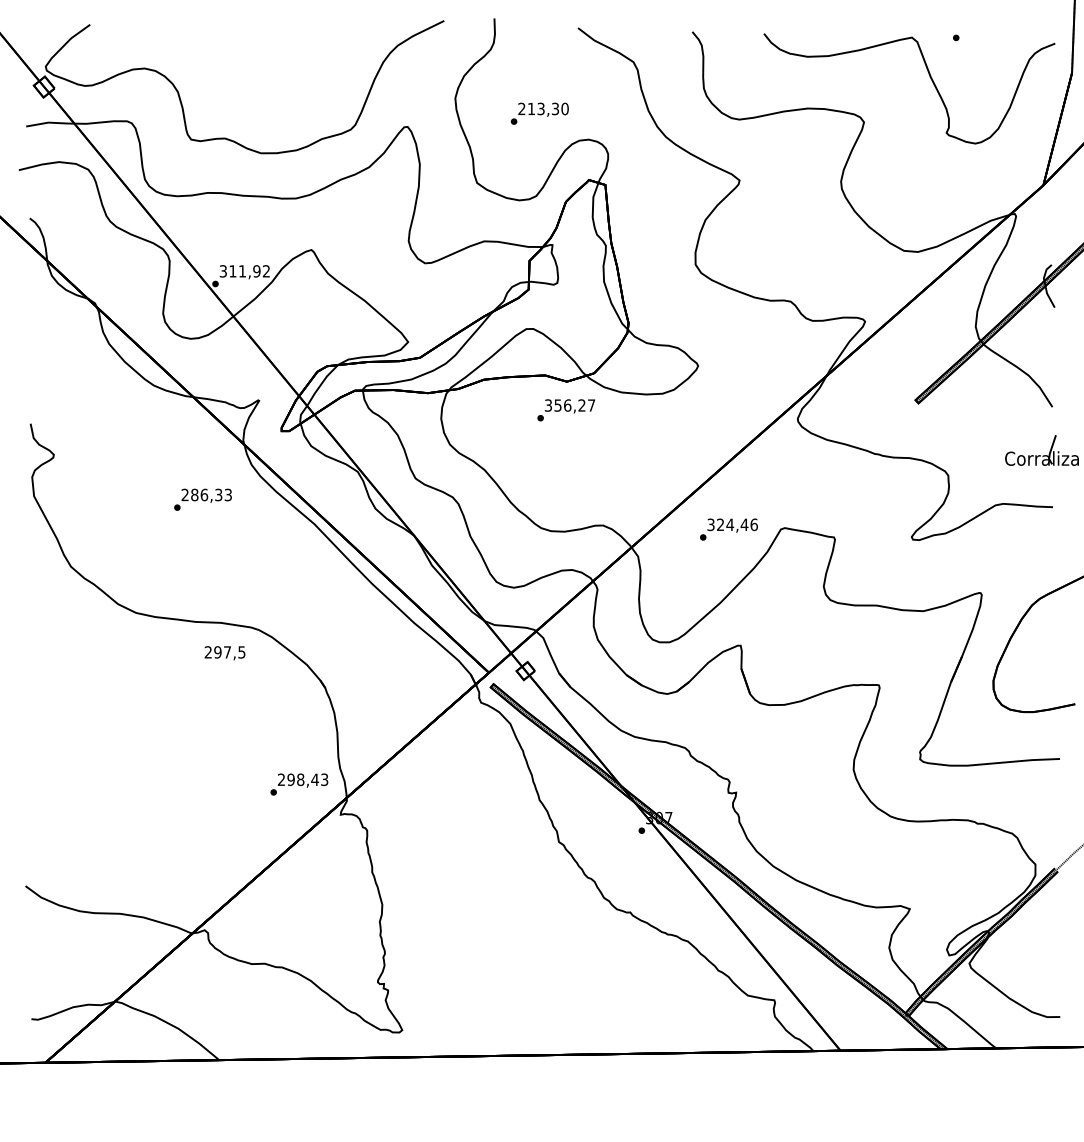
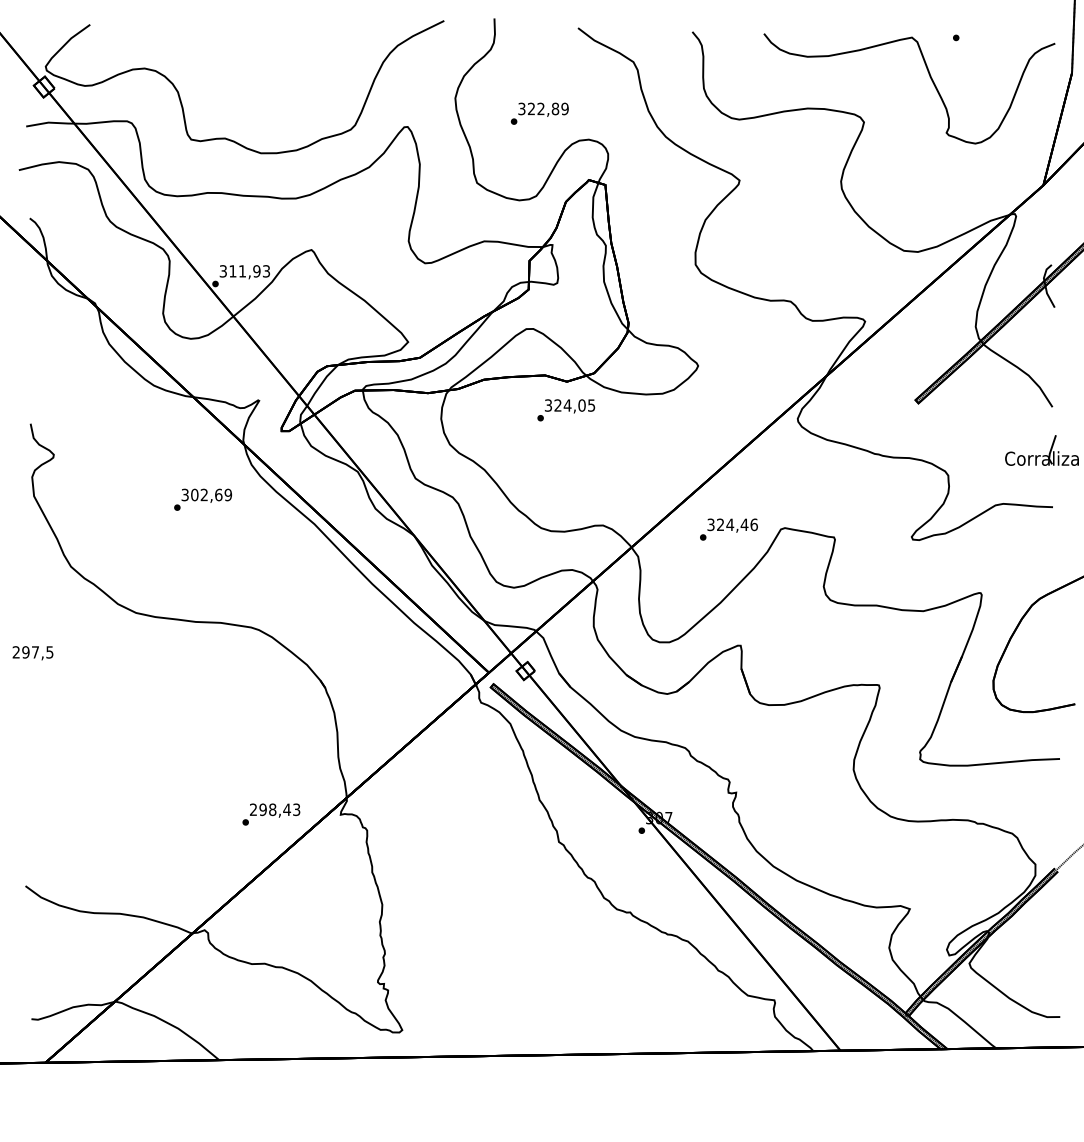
text at (543, 108): 213,30 -> 322,89
text at (266, 271): 311,92 -> 311,93
text at (574, 405): 356,27 -> 324,05
text at (206, 494): 286,33 -> 302,69
text at (224, 653) position: (224, 653) -> (32, 653)
text at (299, 784) position: (299, 784) -> (271, 814)
